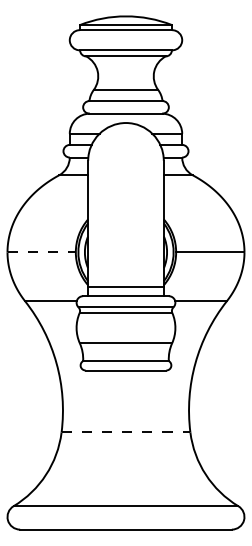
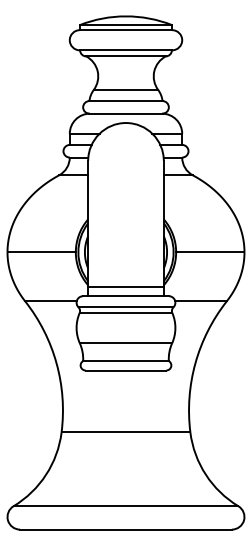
line at (42, 252): dashed -> solid
line at (126, 432): dashed -> solid
